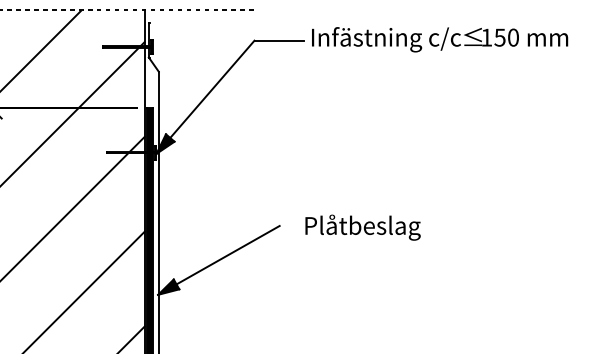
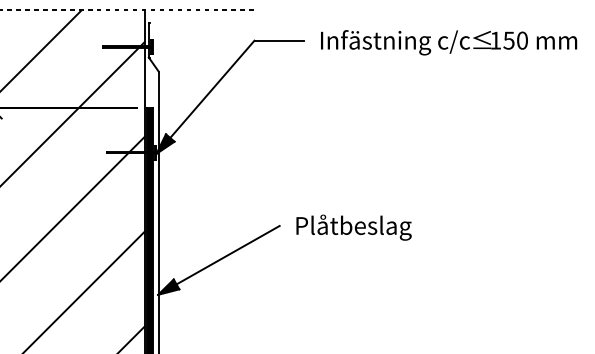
text at (440, 39) position: (440, 39) -> (449, 42)
text at (362, 227) position: (362, 227) -> (353, 227)
